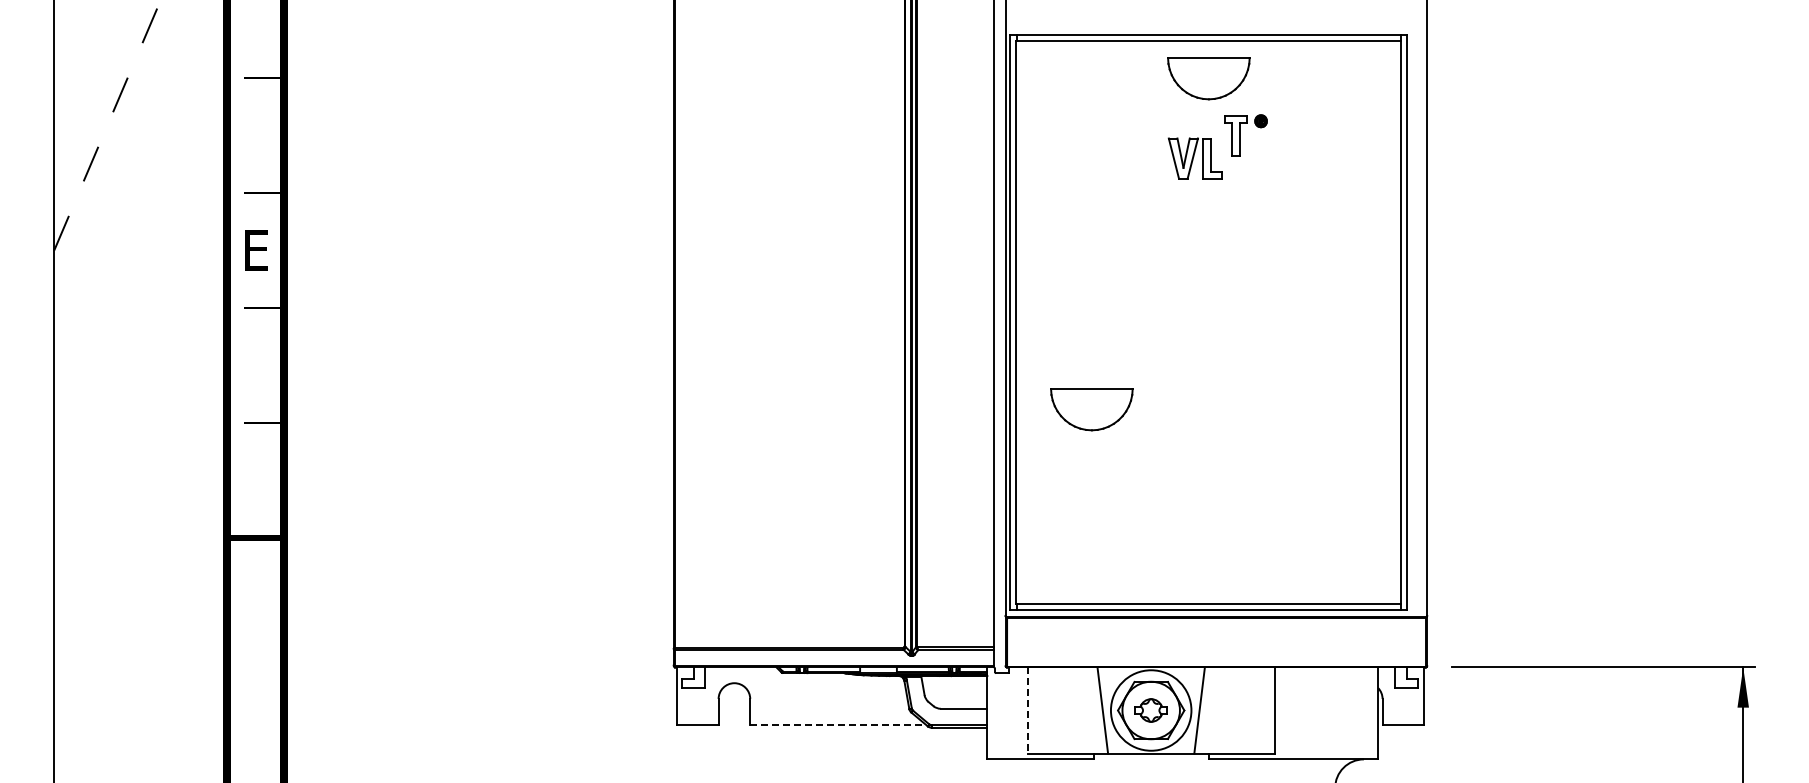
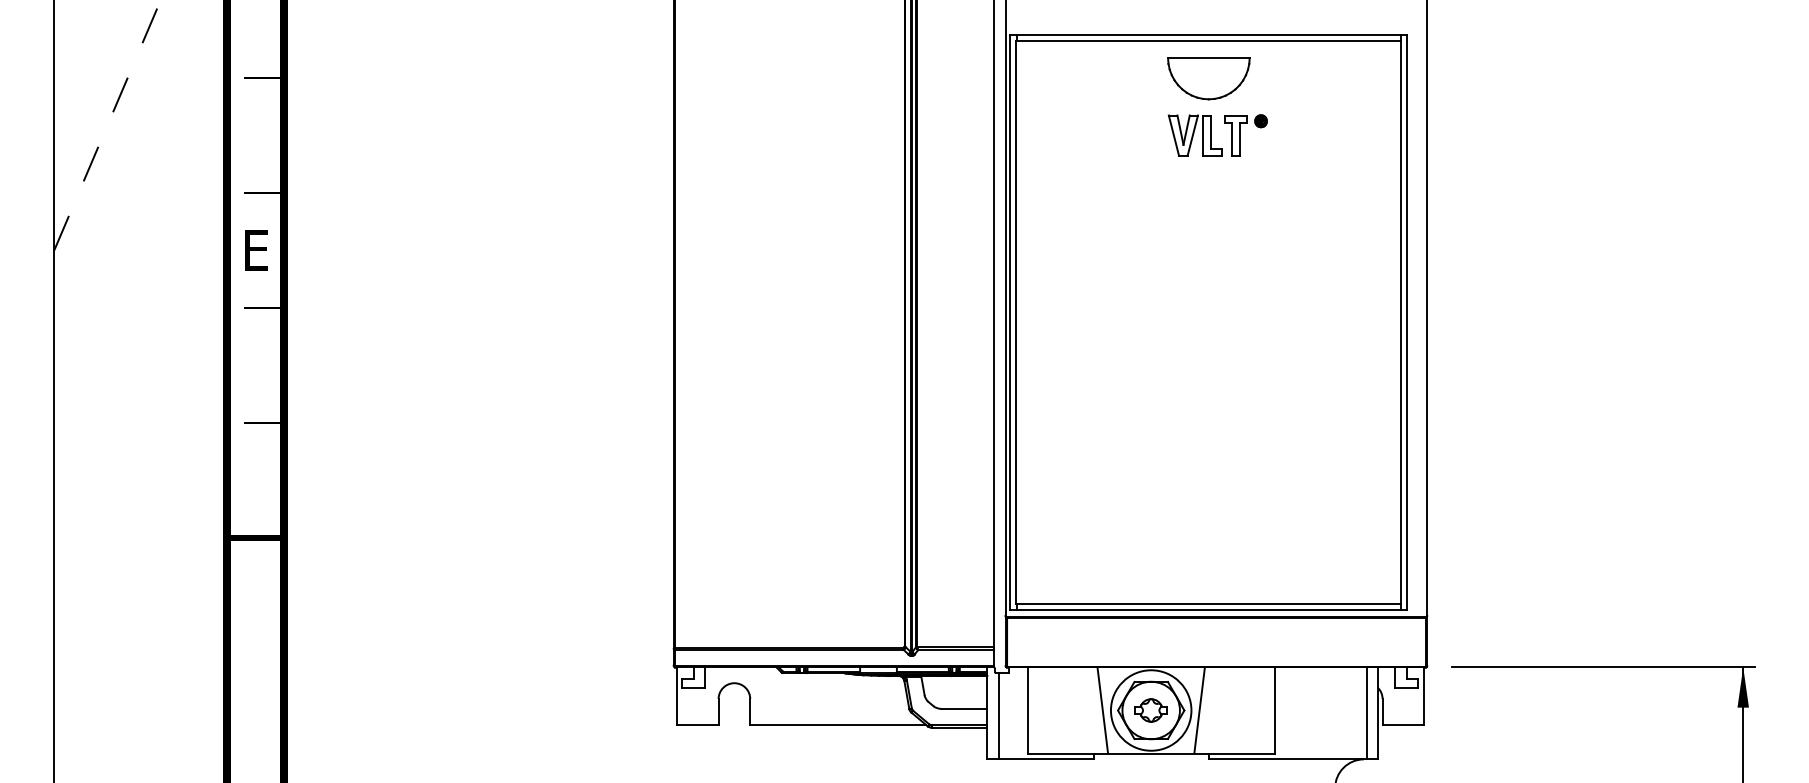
part at (1194, 158) position: (1194, 158) -> (1194, 135)
part at (1091, 409): present -> none
line at (1027, 711): dashed -> solid
line at (1366, 713): none -> present
line at (998, 716): none -> present
line at (838, 724): dashed -> solid
